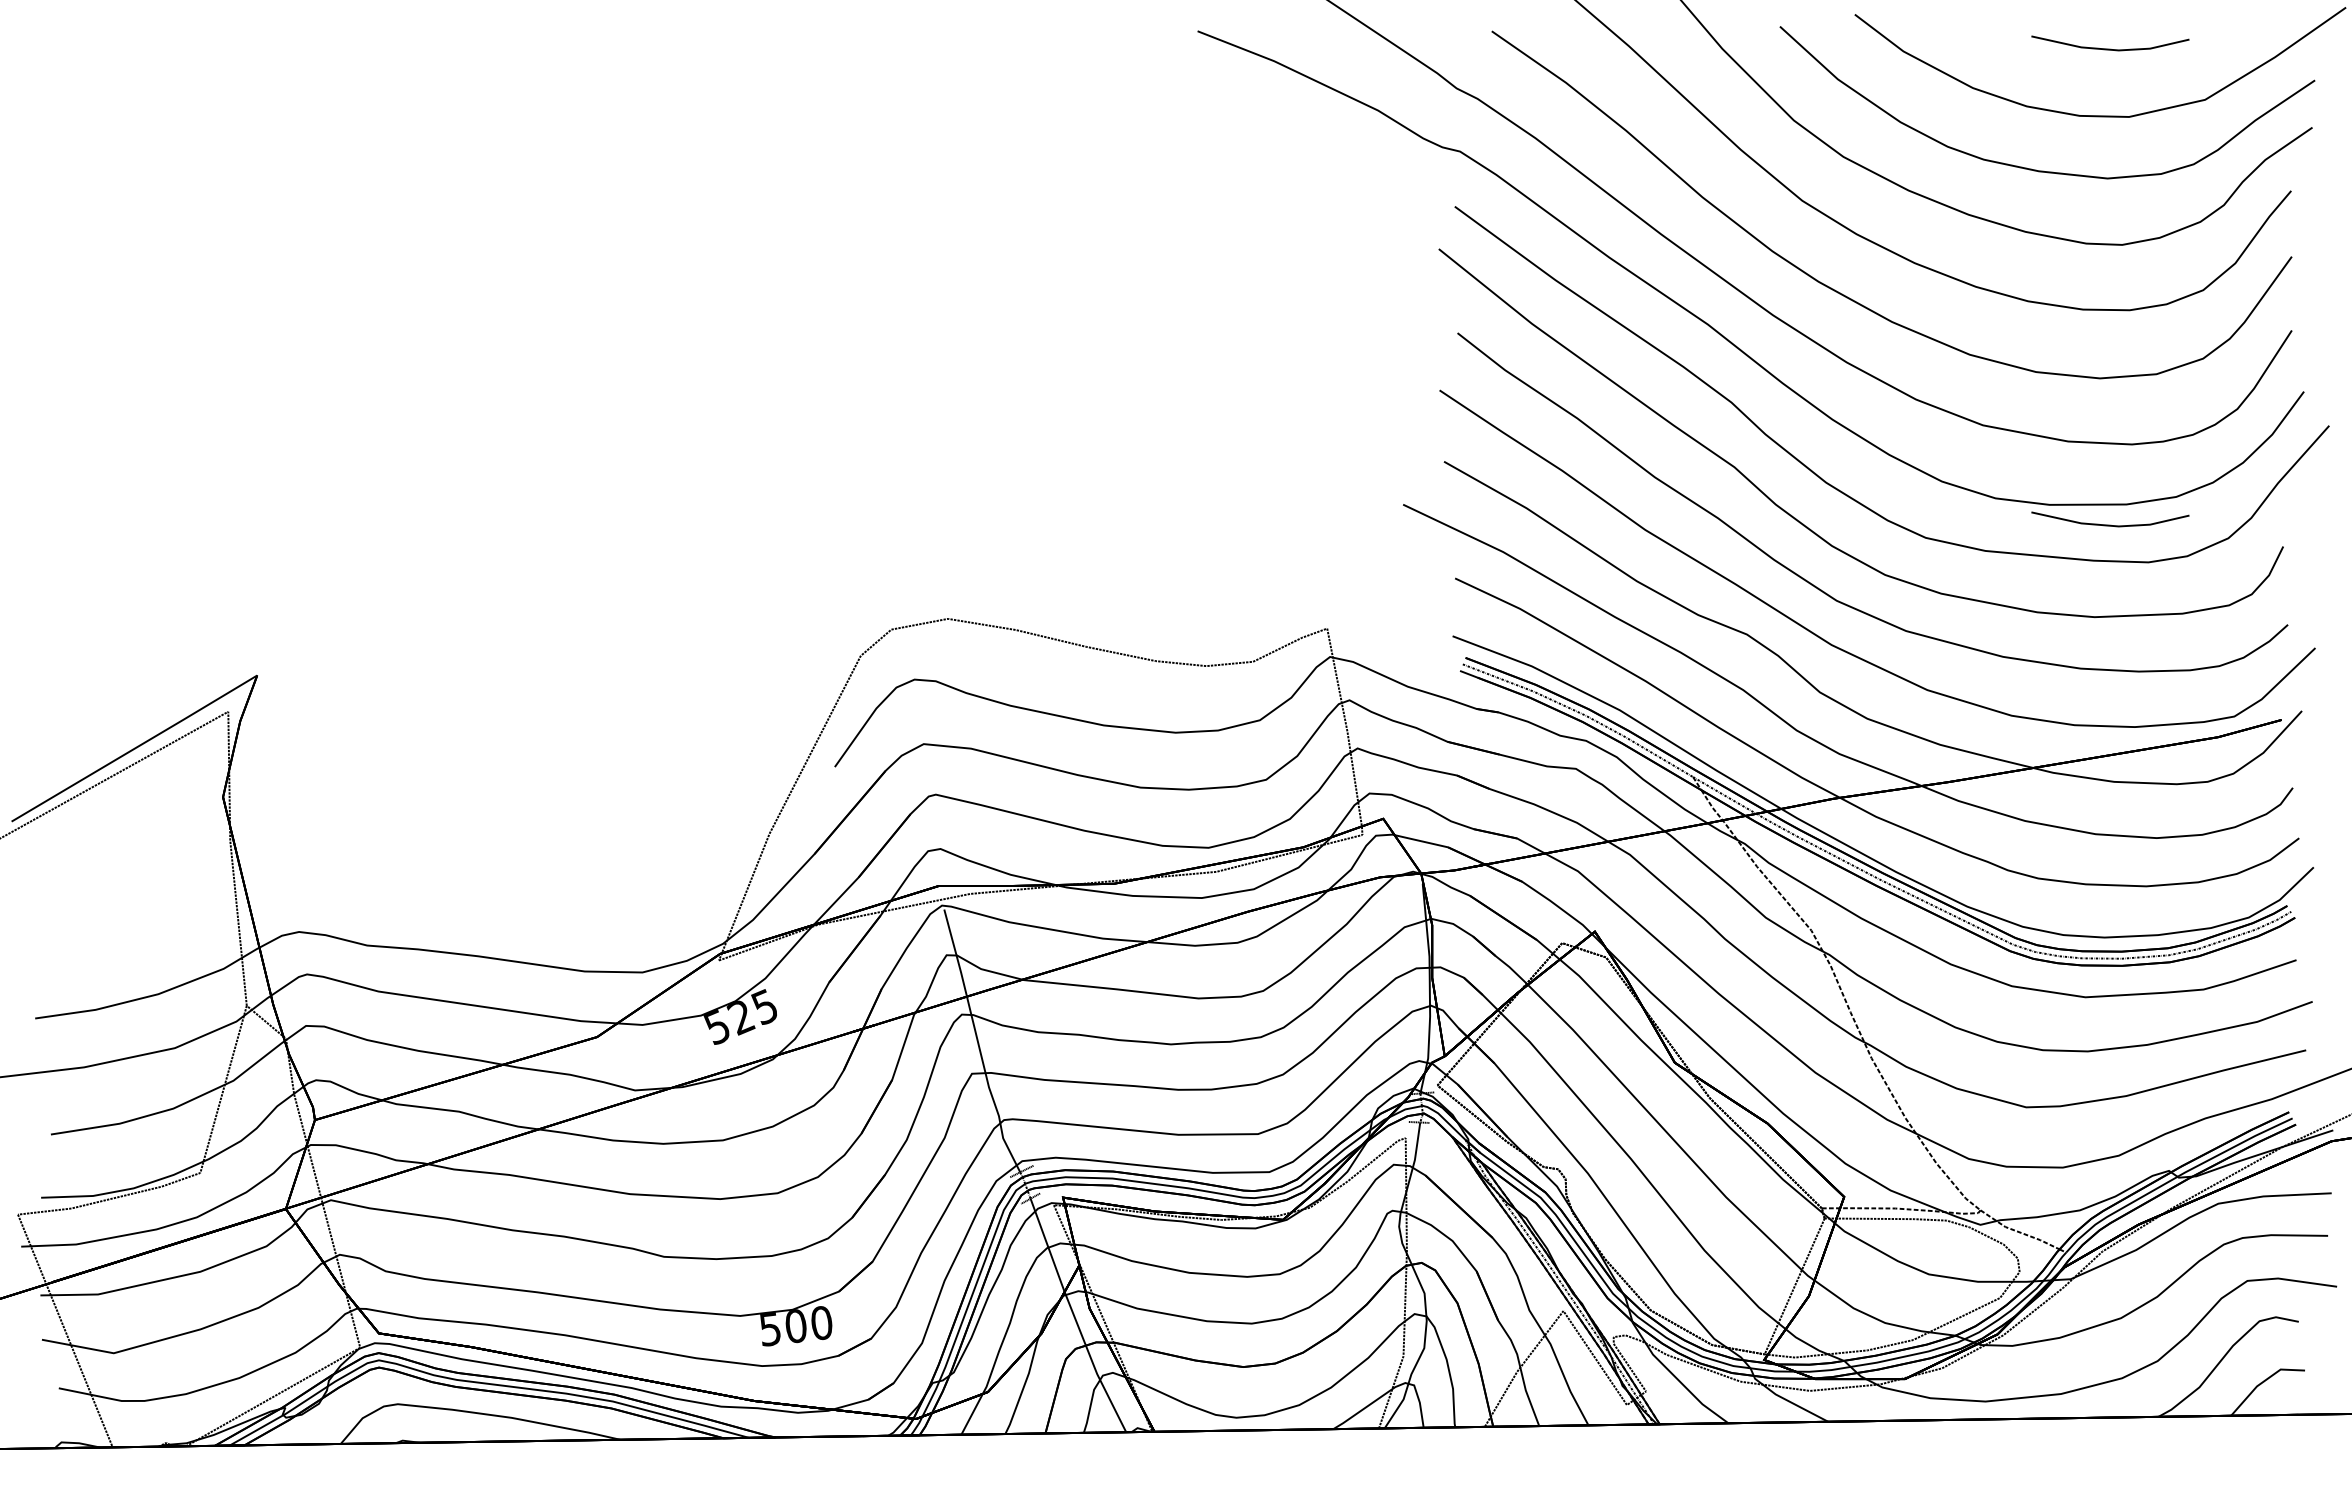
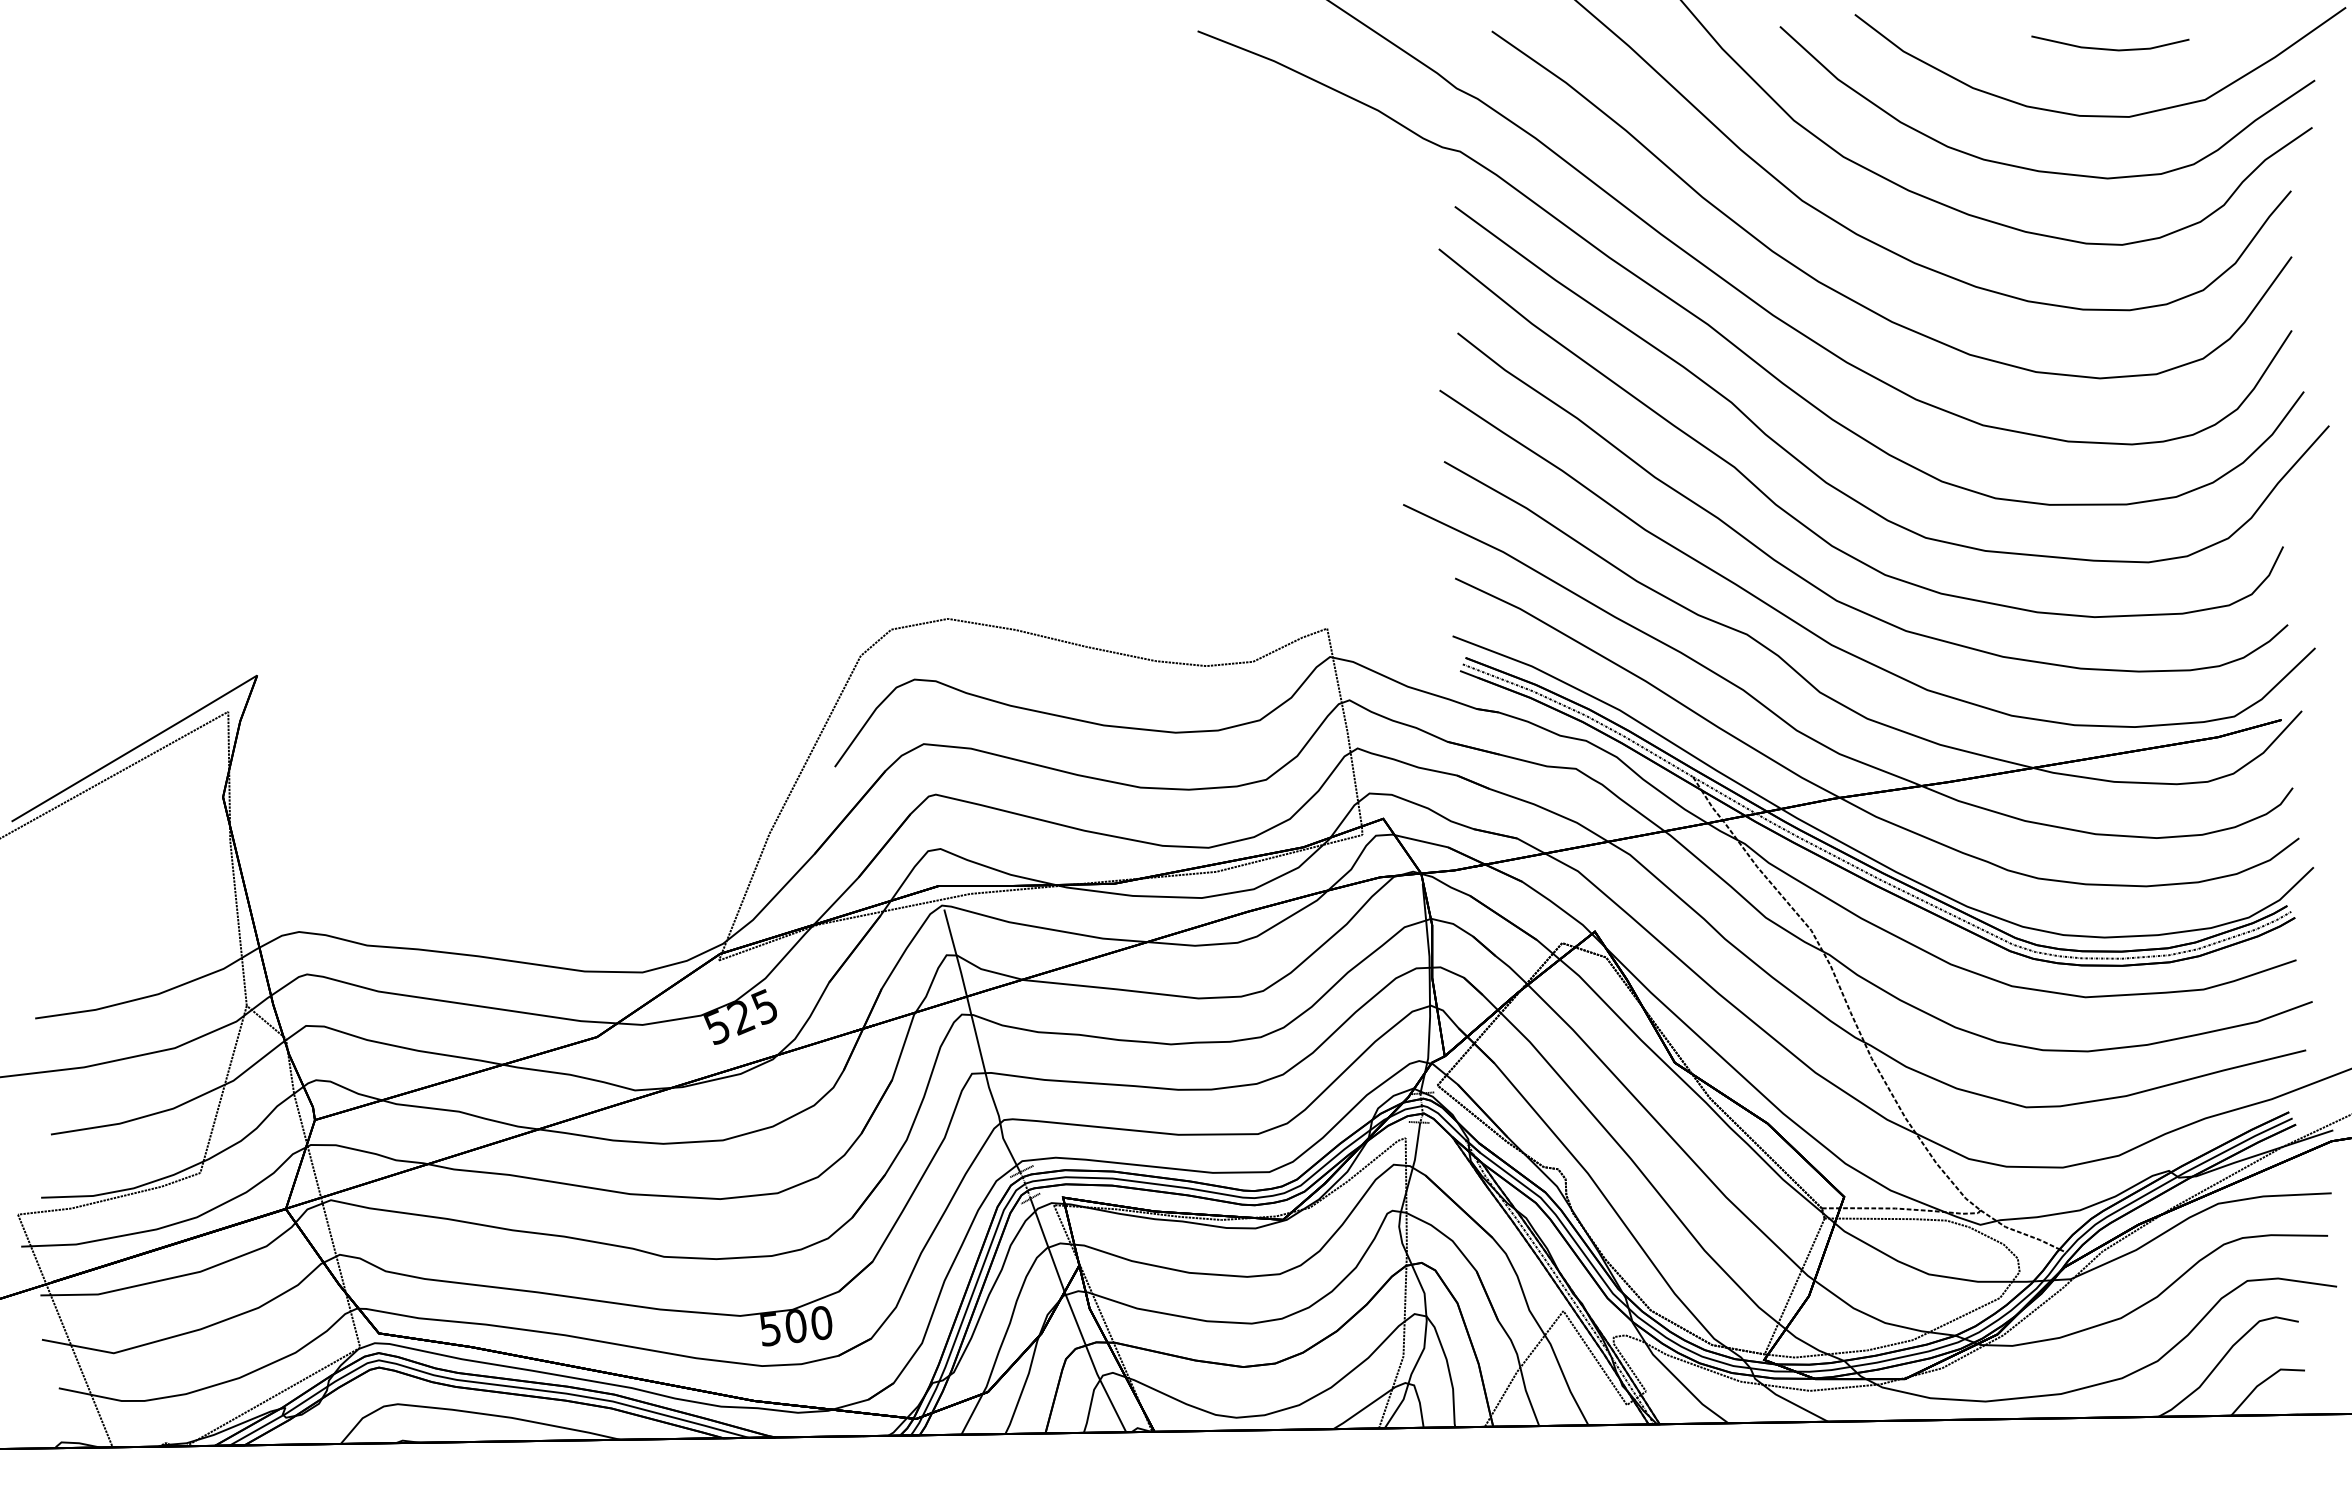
line at (2110, 524): present -> none
